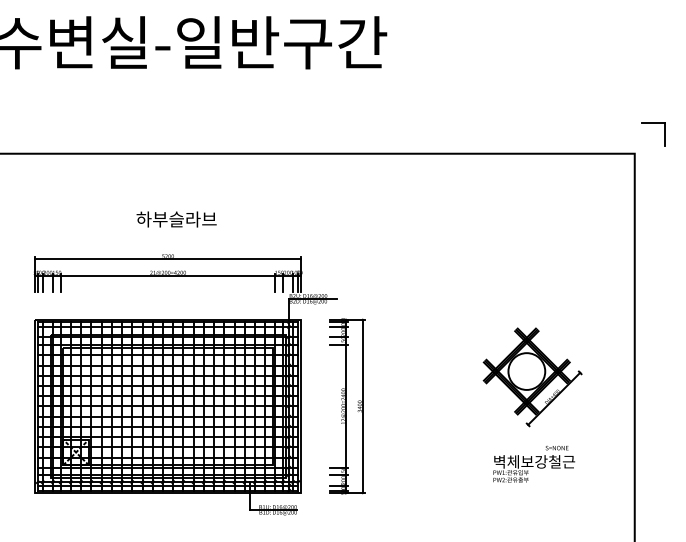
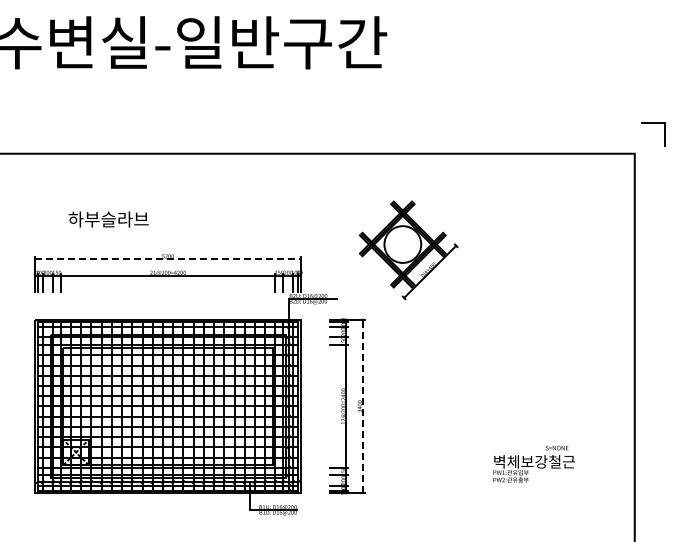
text at (176, 219) position: (176, 219) -> (108, 219)
line at (168, 259): solid -> dashed
part at (532, 377) position: (532, 377) -> (408, 250)
line at (362, 406): solid -> dashed
